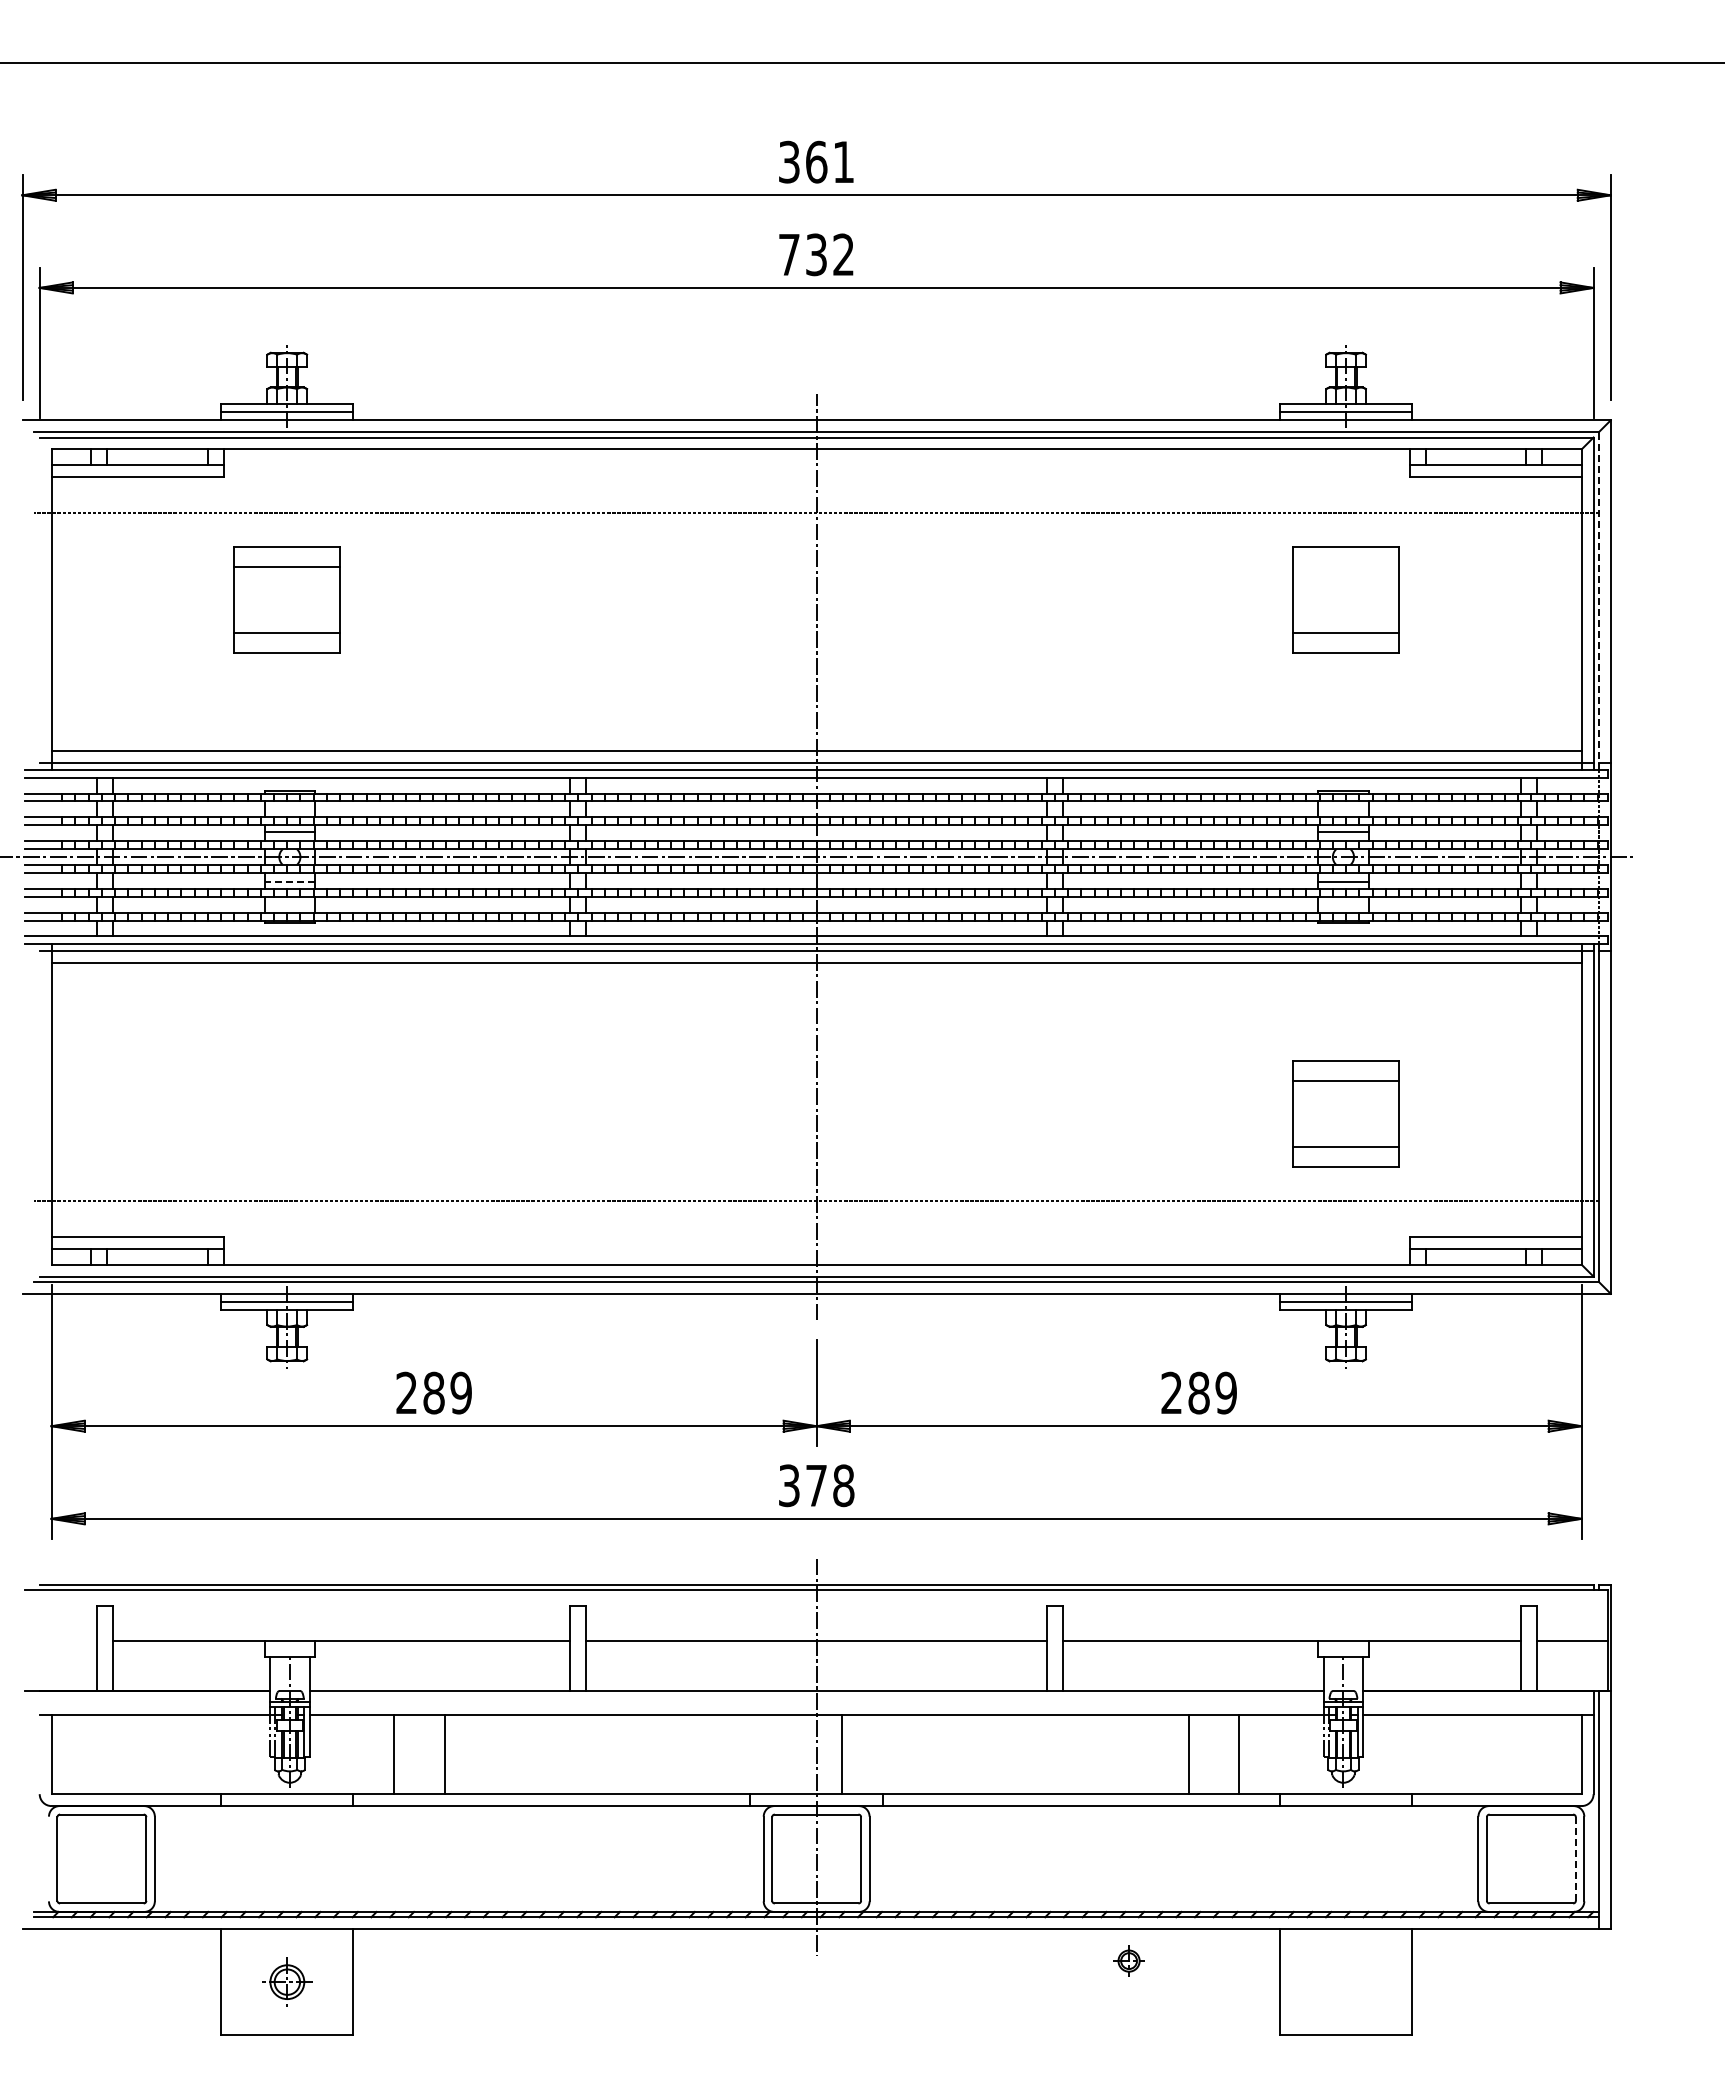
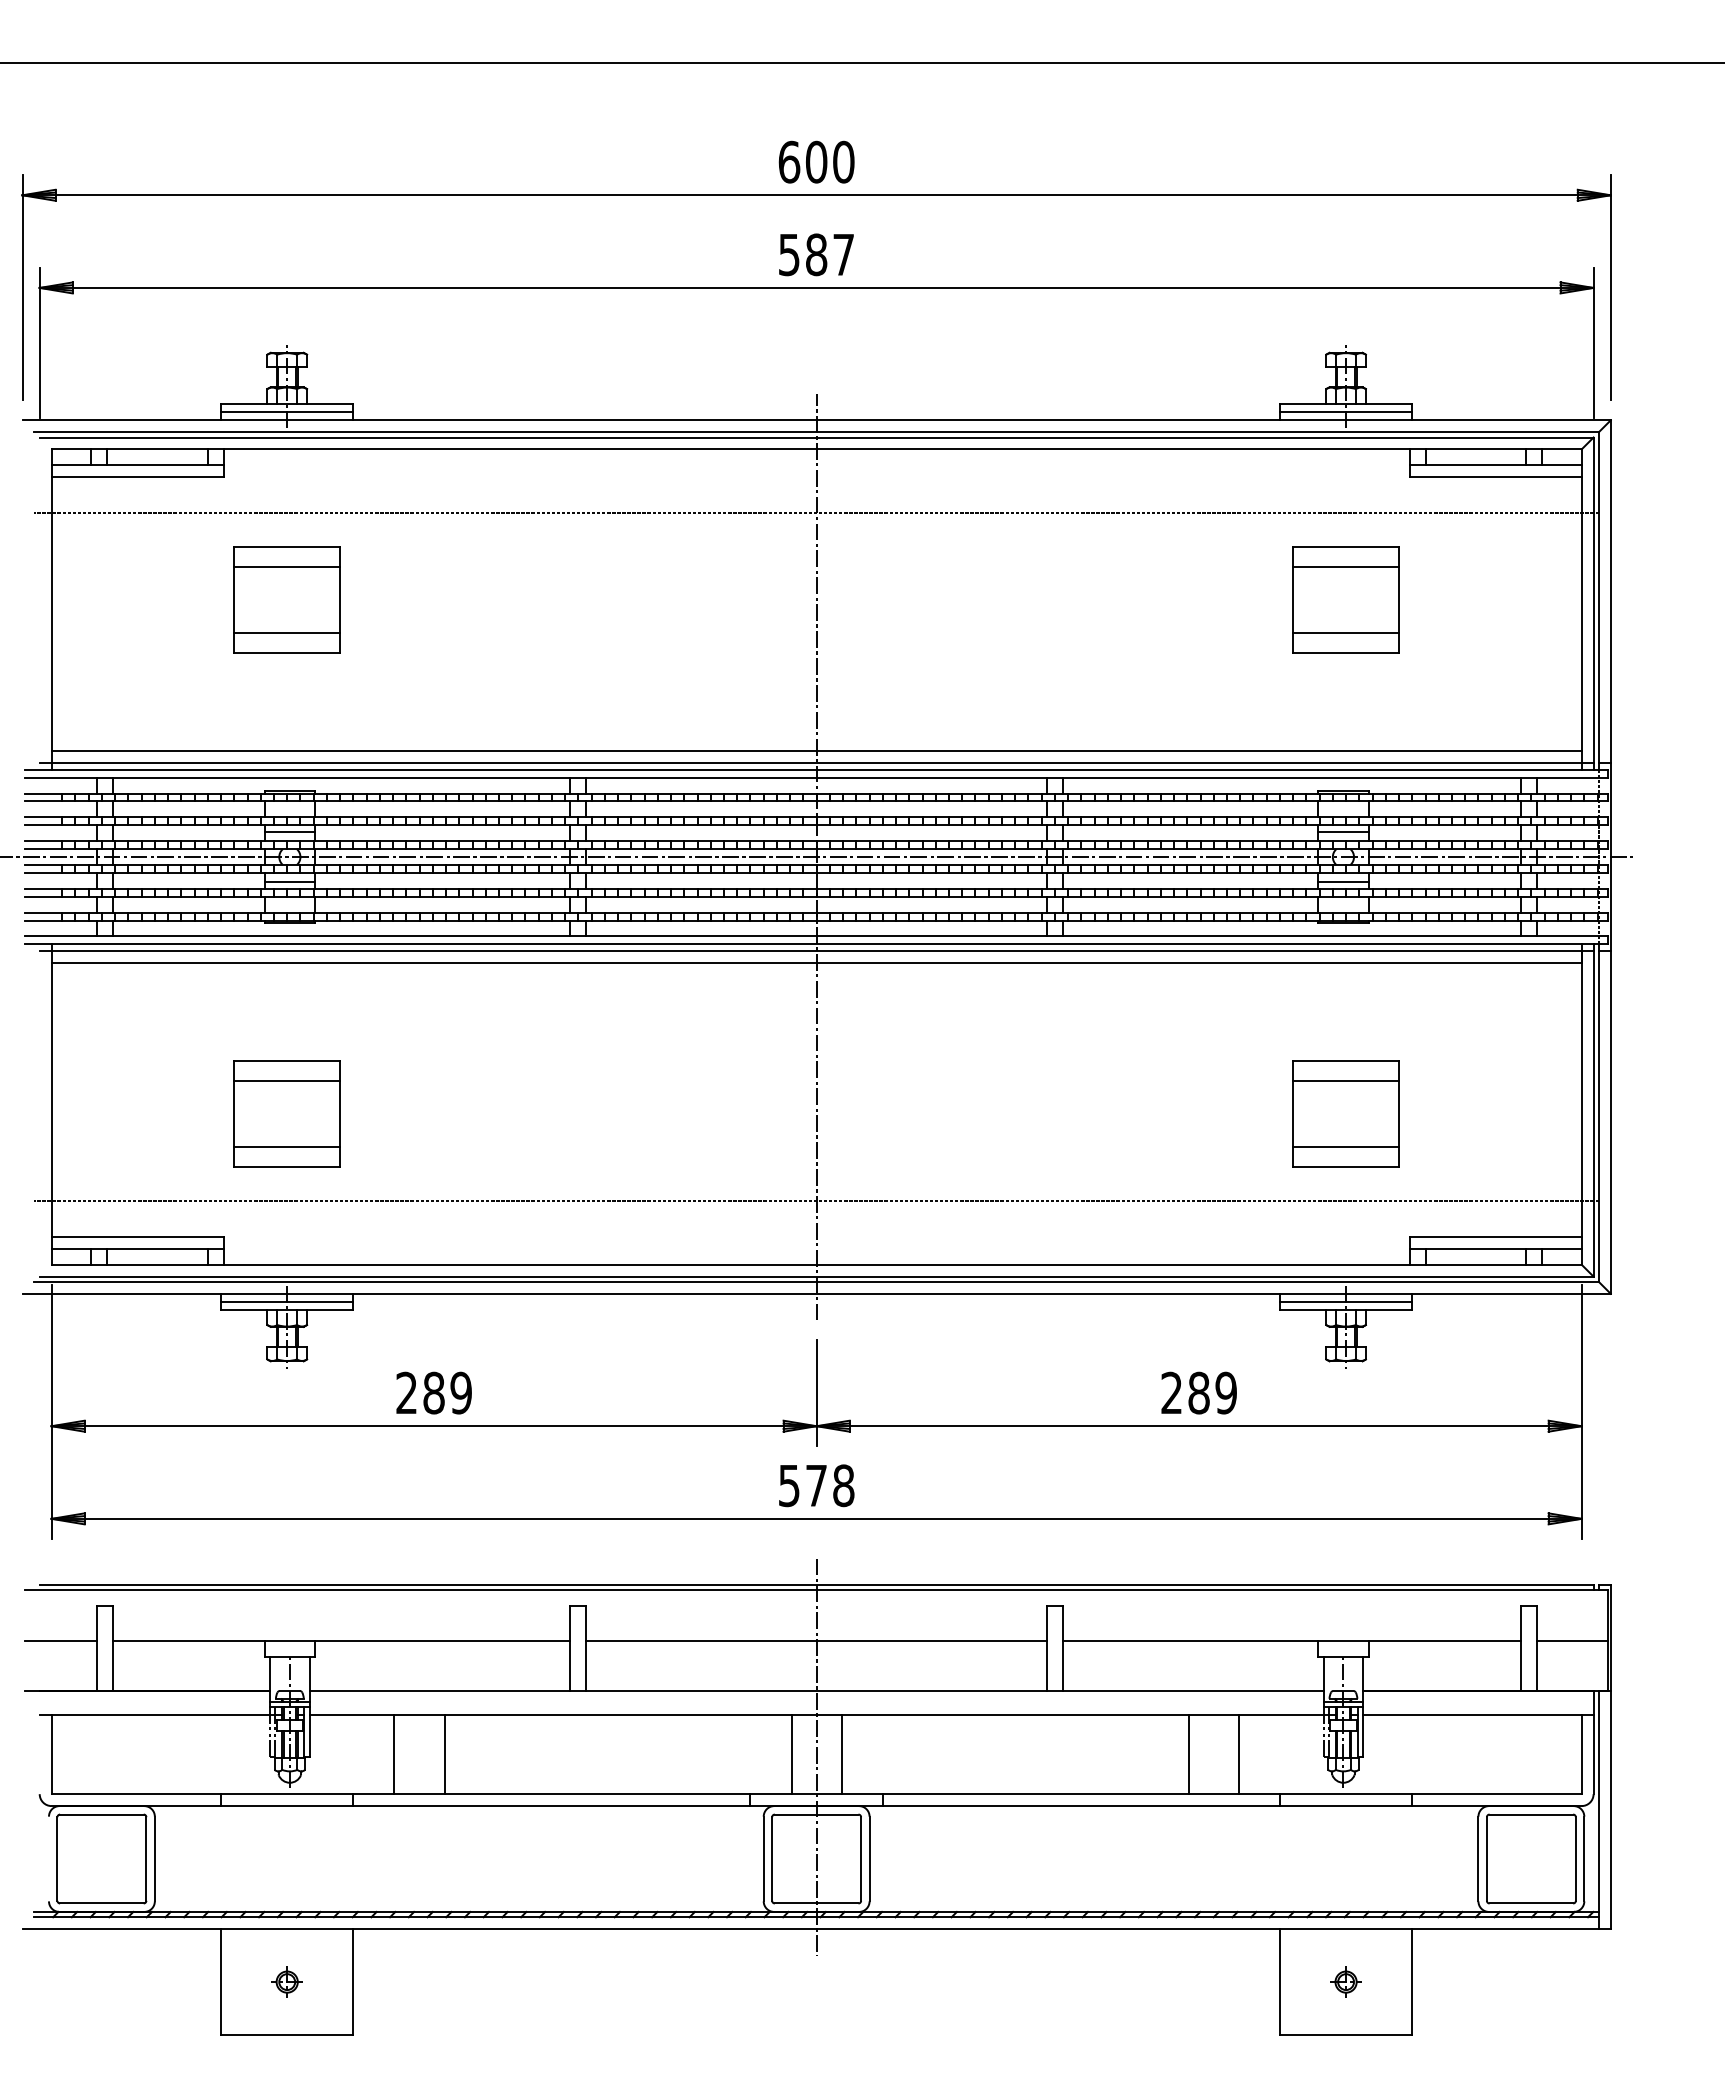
text at (816, 161): 361 -> 600
text at (816, 254): 732 -> 587
line at (1346, 567): none -> present
line at (1598, 600): dashed -> solid
line at (289, 882): dashed -> solid
part at (286, 1113): none -> present
text at (789, 1485): 378 -> 578
line at (60, 1640): none -> present
line at (791, 1754): none -> present
line at (1575, 1859): dashed -> solid
part at (1128, 1960) position: (1128, 1960) -> (1345, 1981)
part at (287, 1981) size: 51x50 px -> 32x32 px
